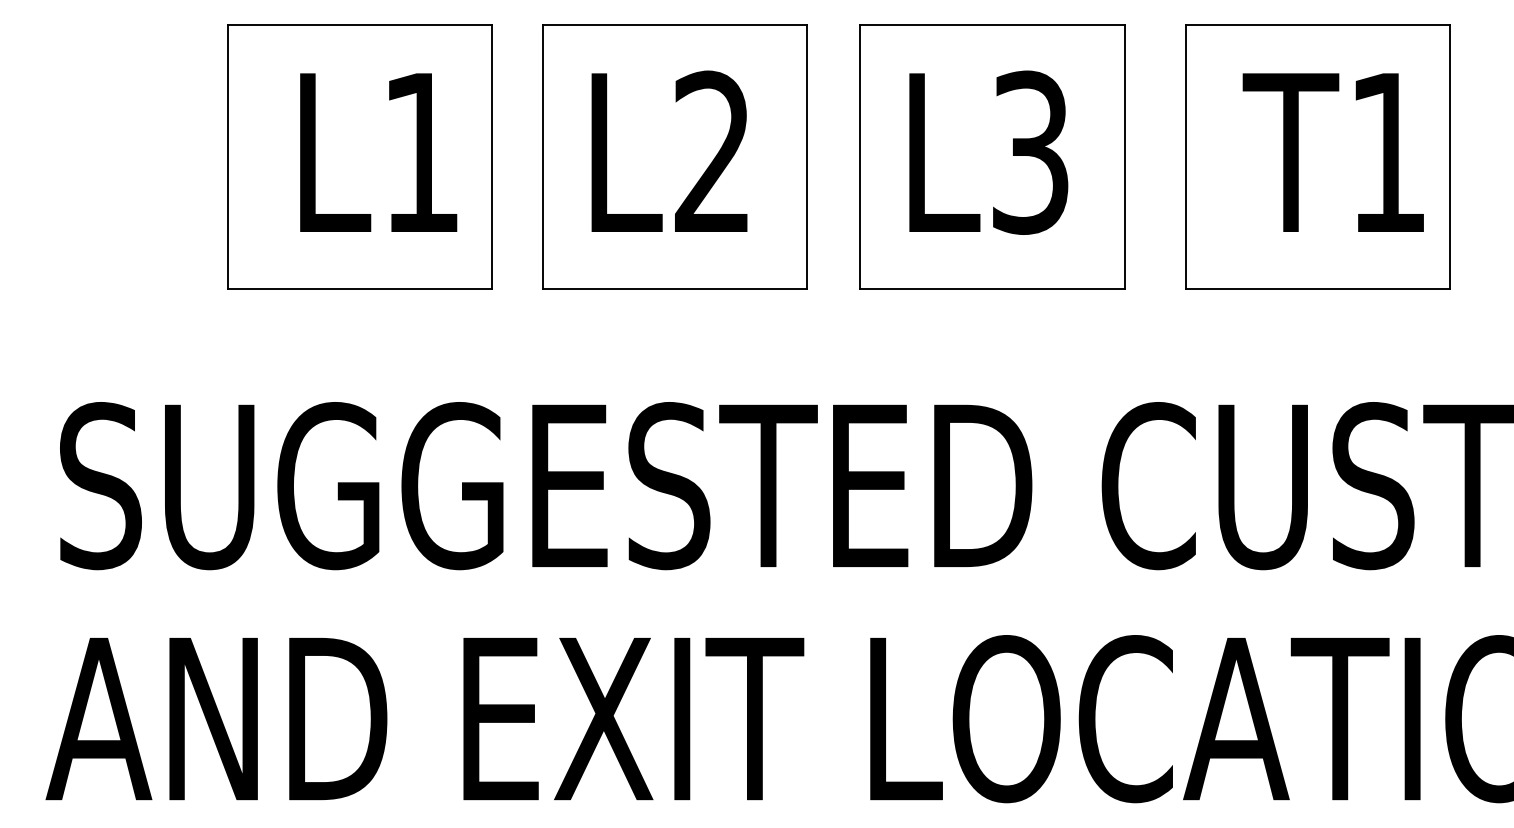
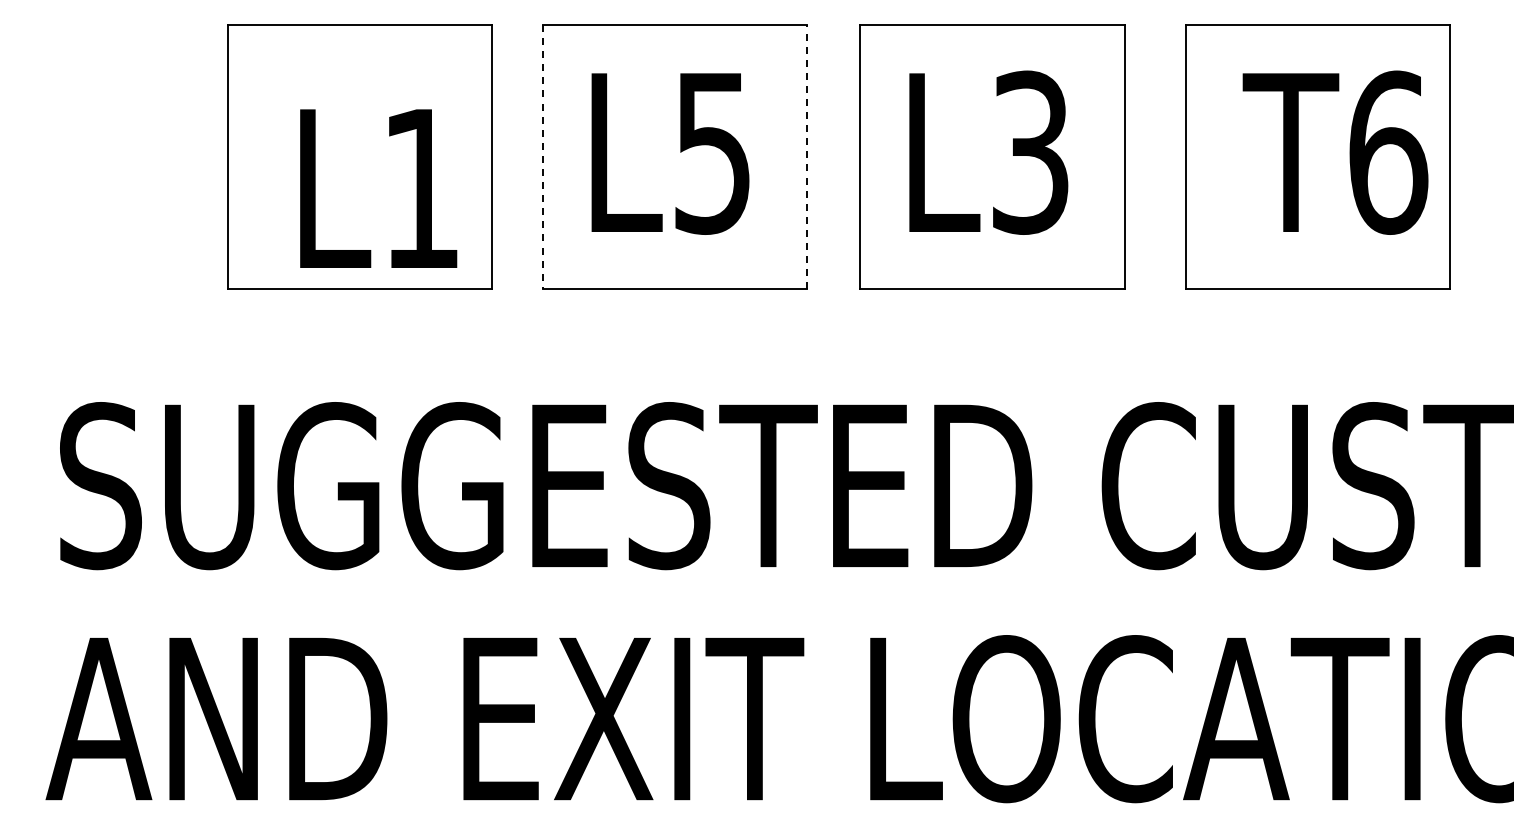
text at (378, 152) position: (378, 152) -> (378, 188)
text at (712, 152): L2 -> L5
text at (1388, 152): T1 -> T6
line at (806, 156): solid -> dashed
line at (542, 157): solid -> dashed
